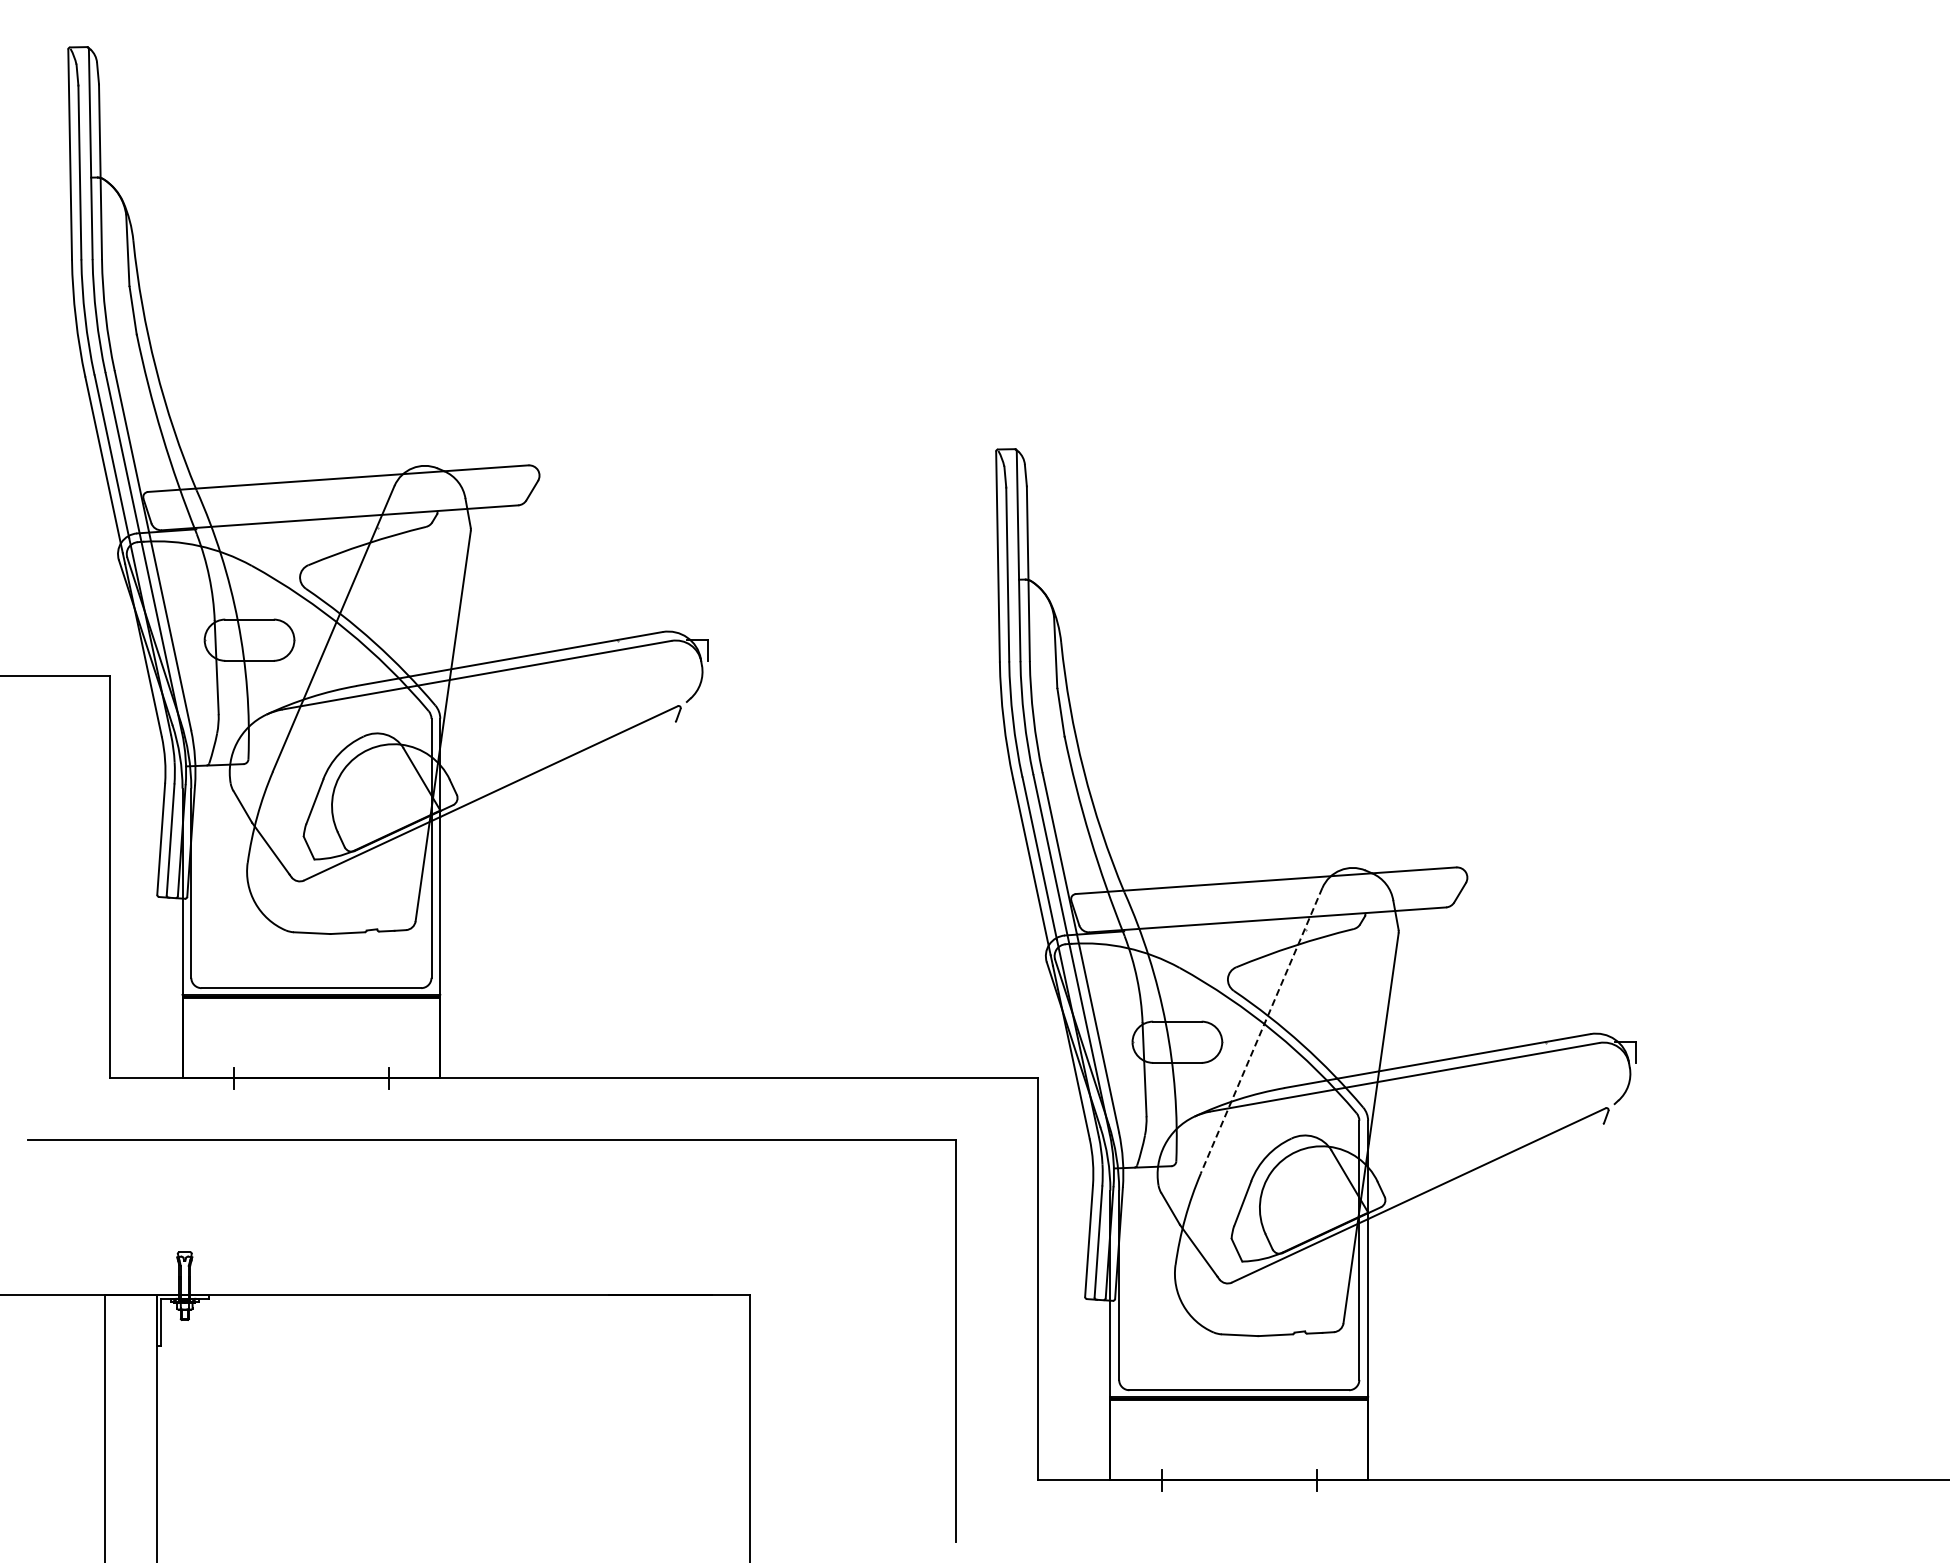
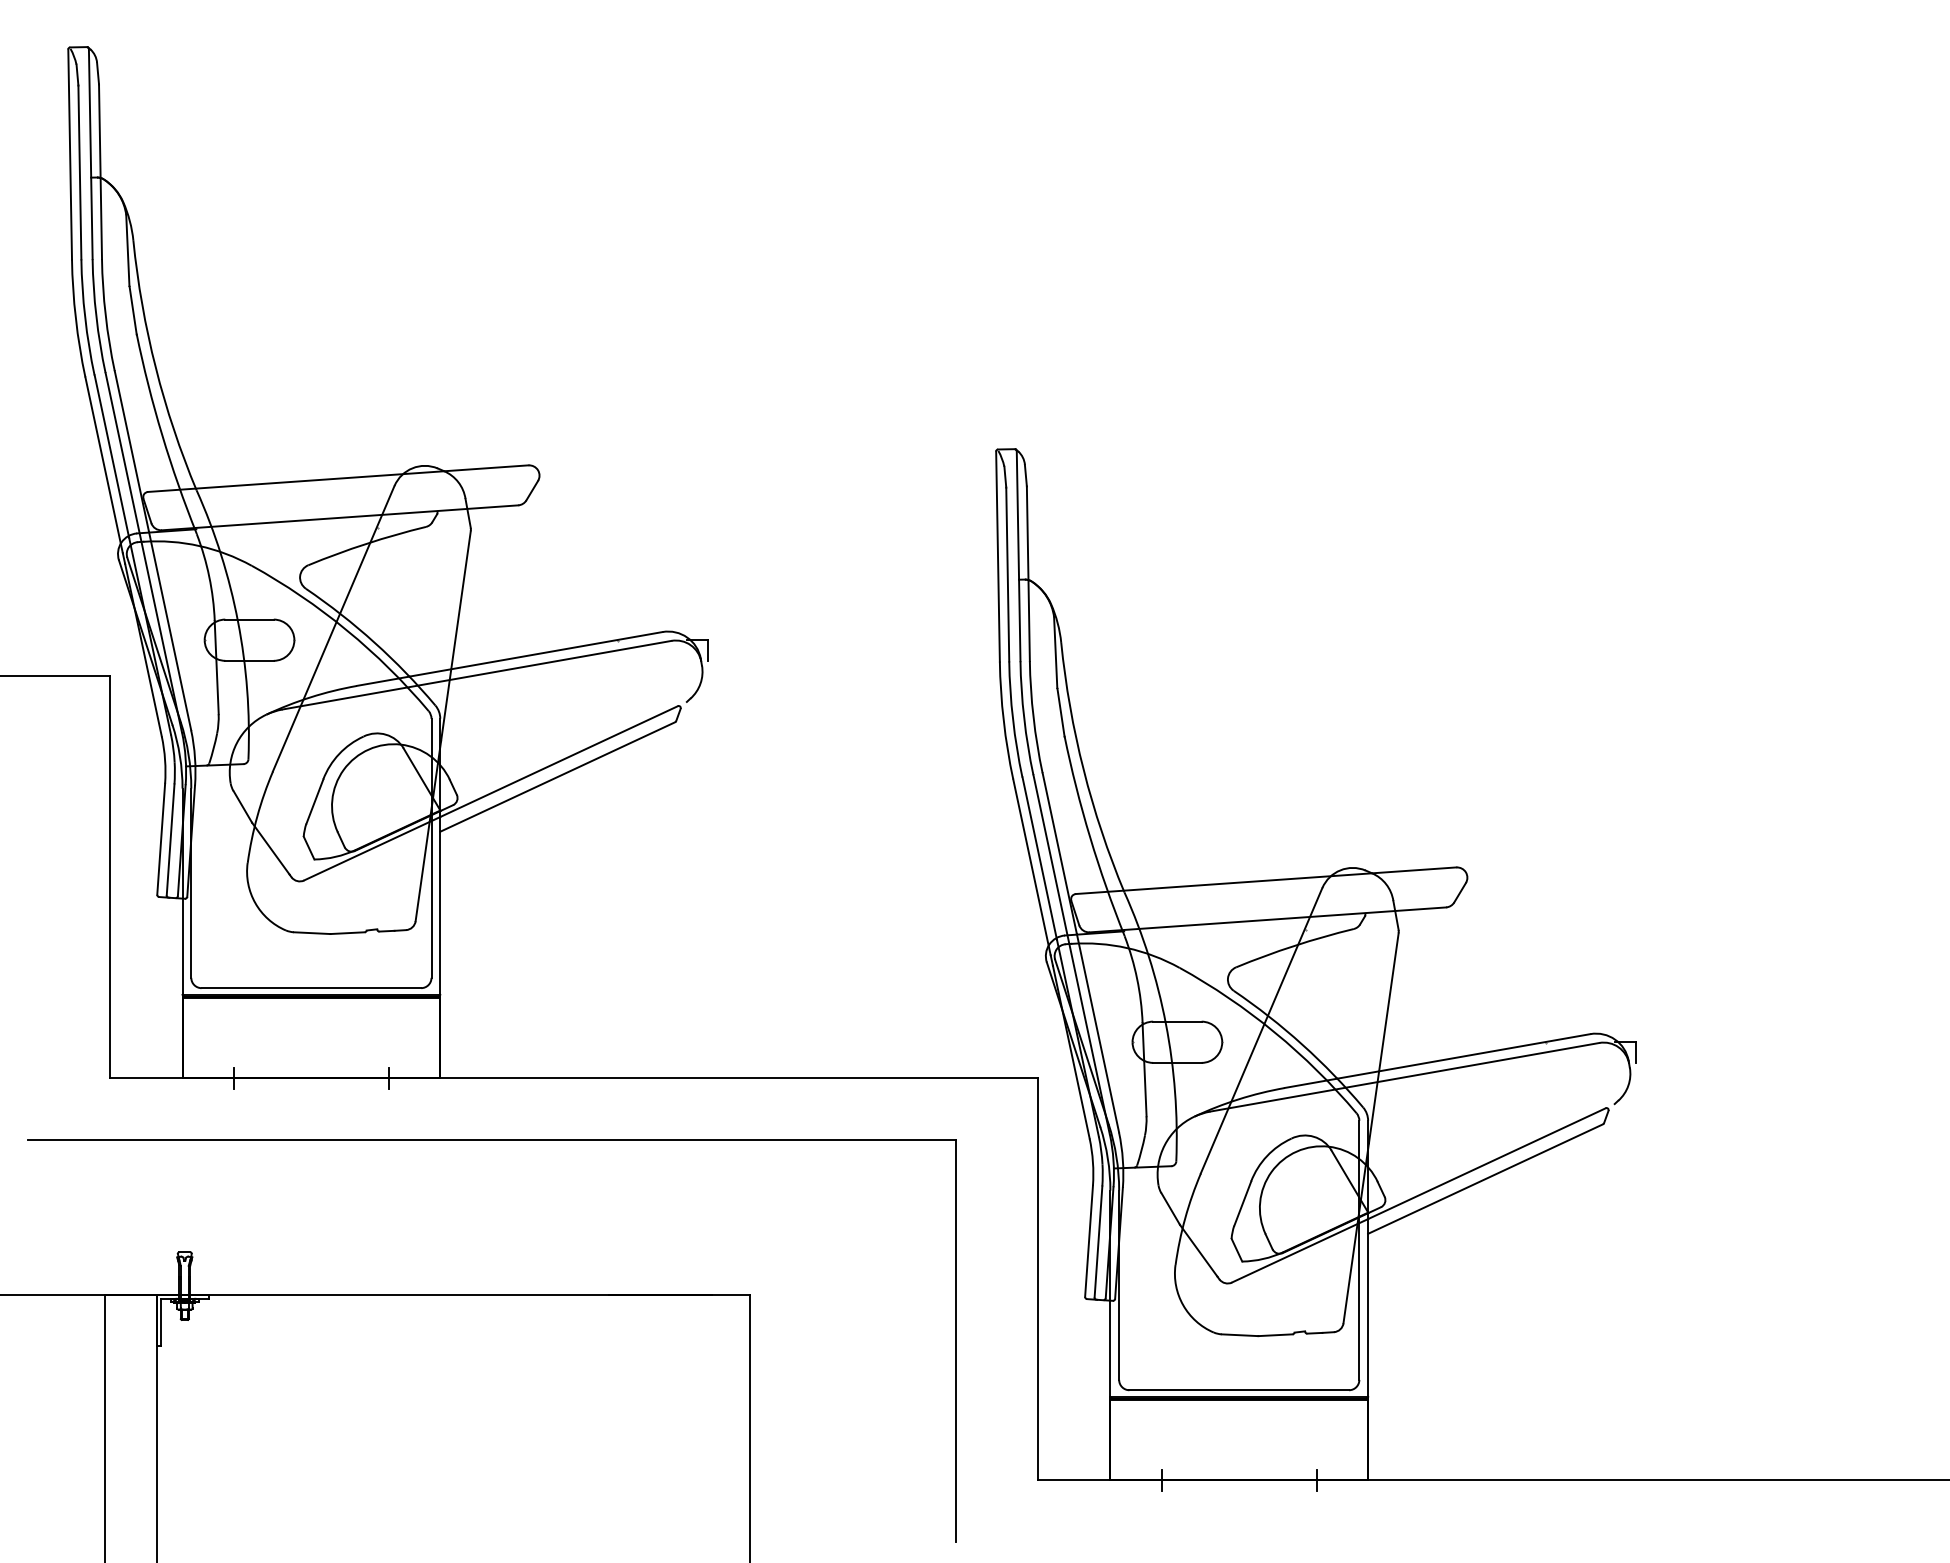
line at (557, 776): none -> present
line at (1261, 1031): dashed -> solid
line at (1485, 1178): none -> present
